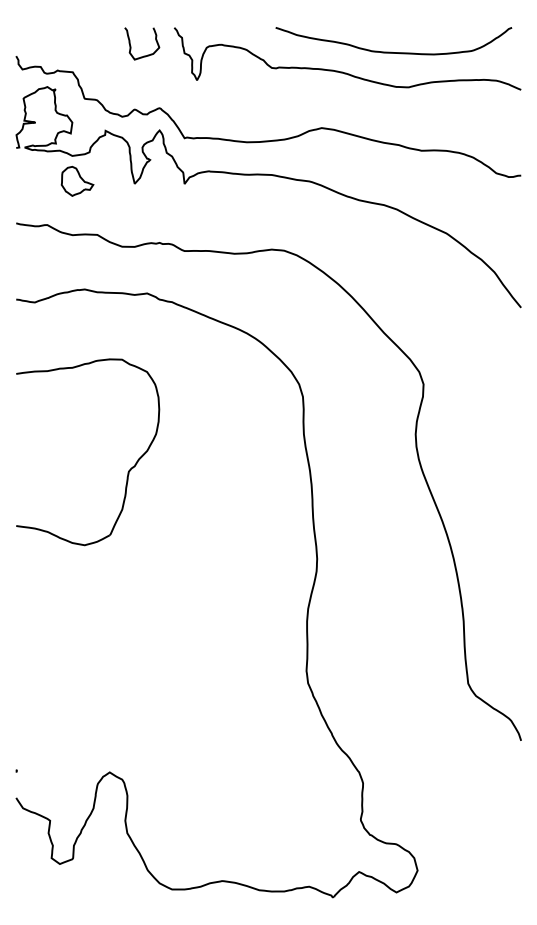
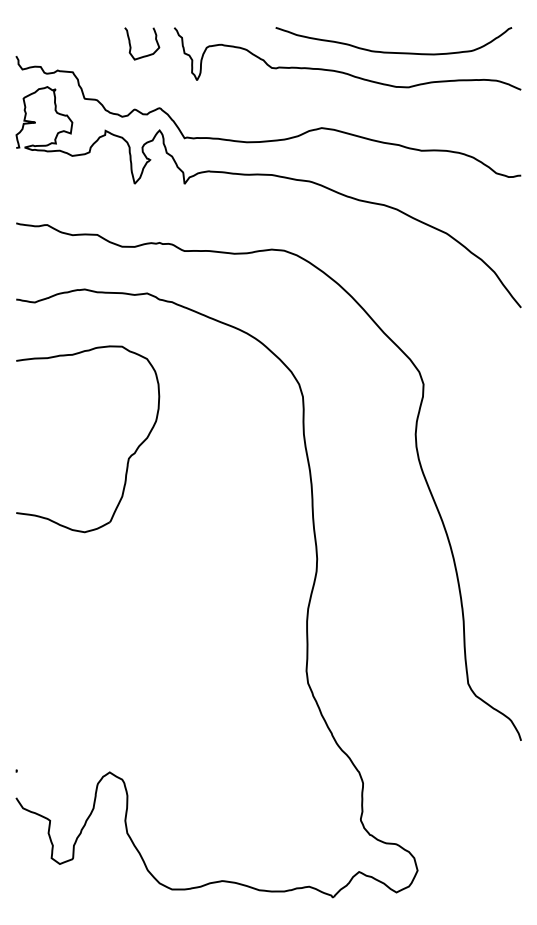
part at (77, 180): present -> none
part at (127, 472) position: (127, 472) -> (127, 459)
